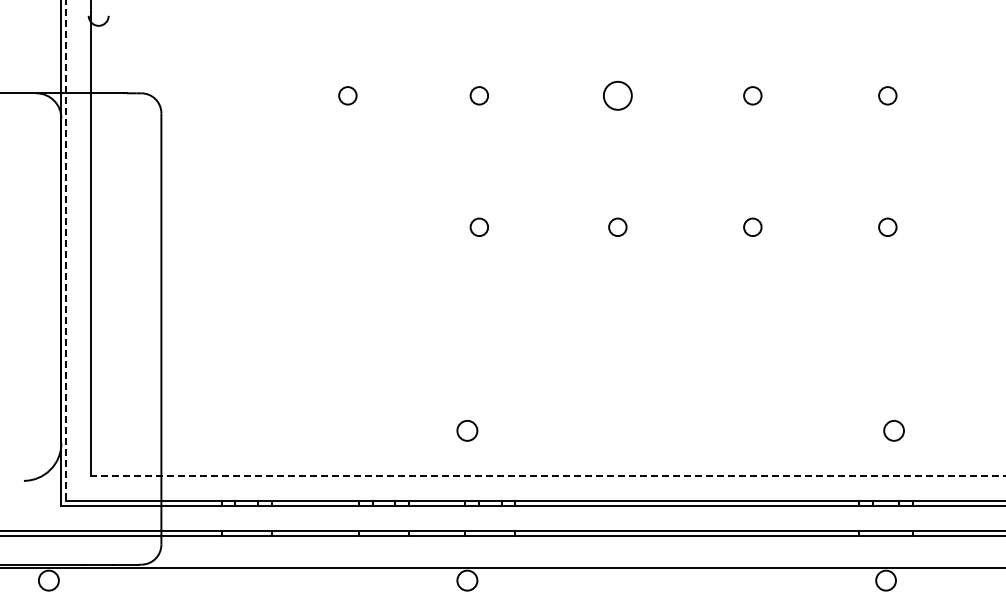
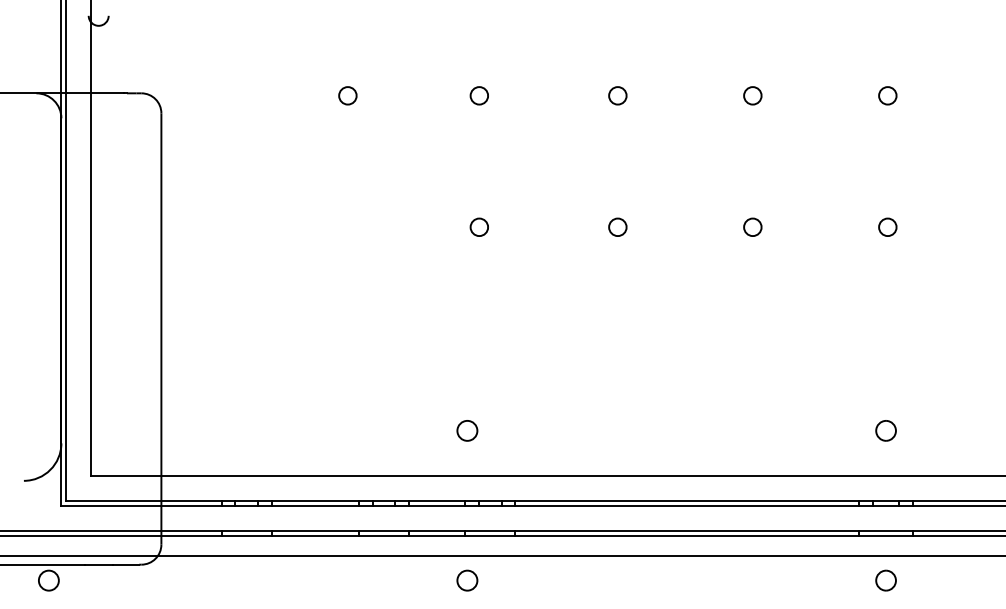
circle at (617, 95) diameter: 28 px -> 17 px
line at (66, 250): dashed -> solid
part at (893, 430) position: (893, 430) -> (885, 430)
line at (548, 475): dashed -> solid
line at (502, 567) position: (502, 567) -> (502, 555)
